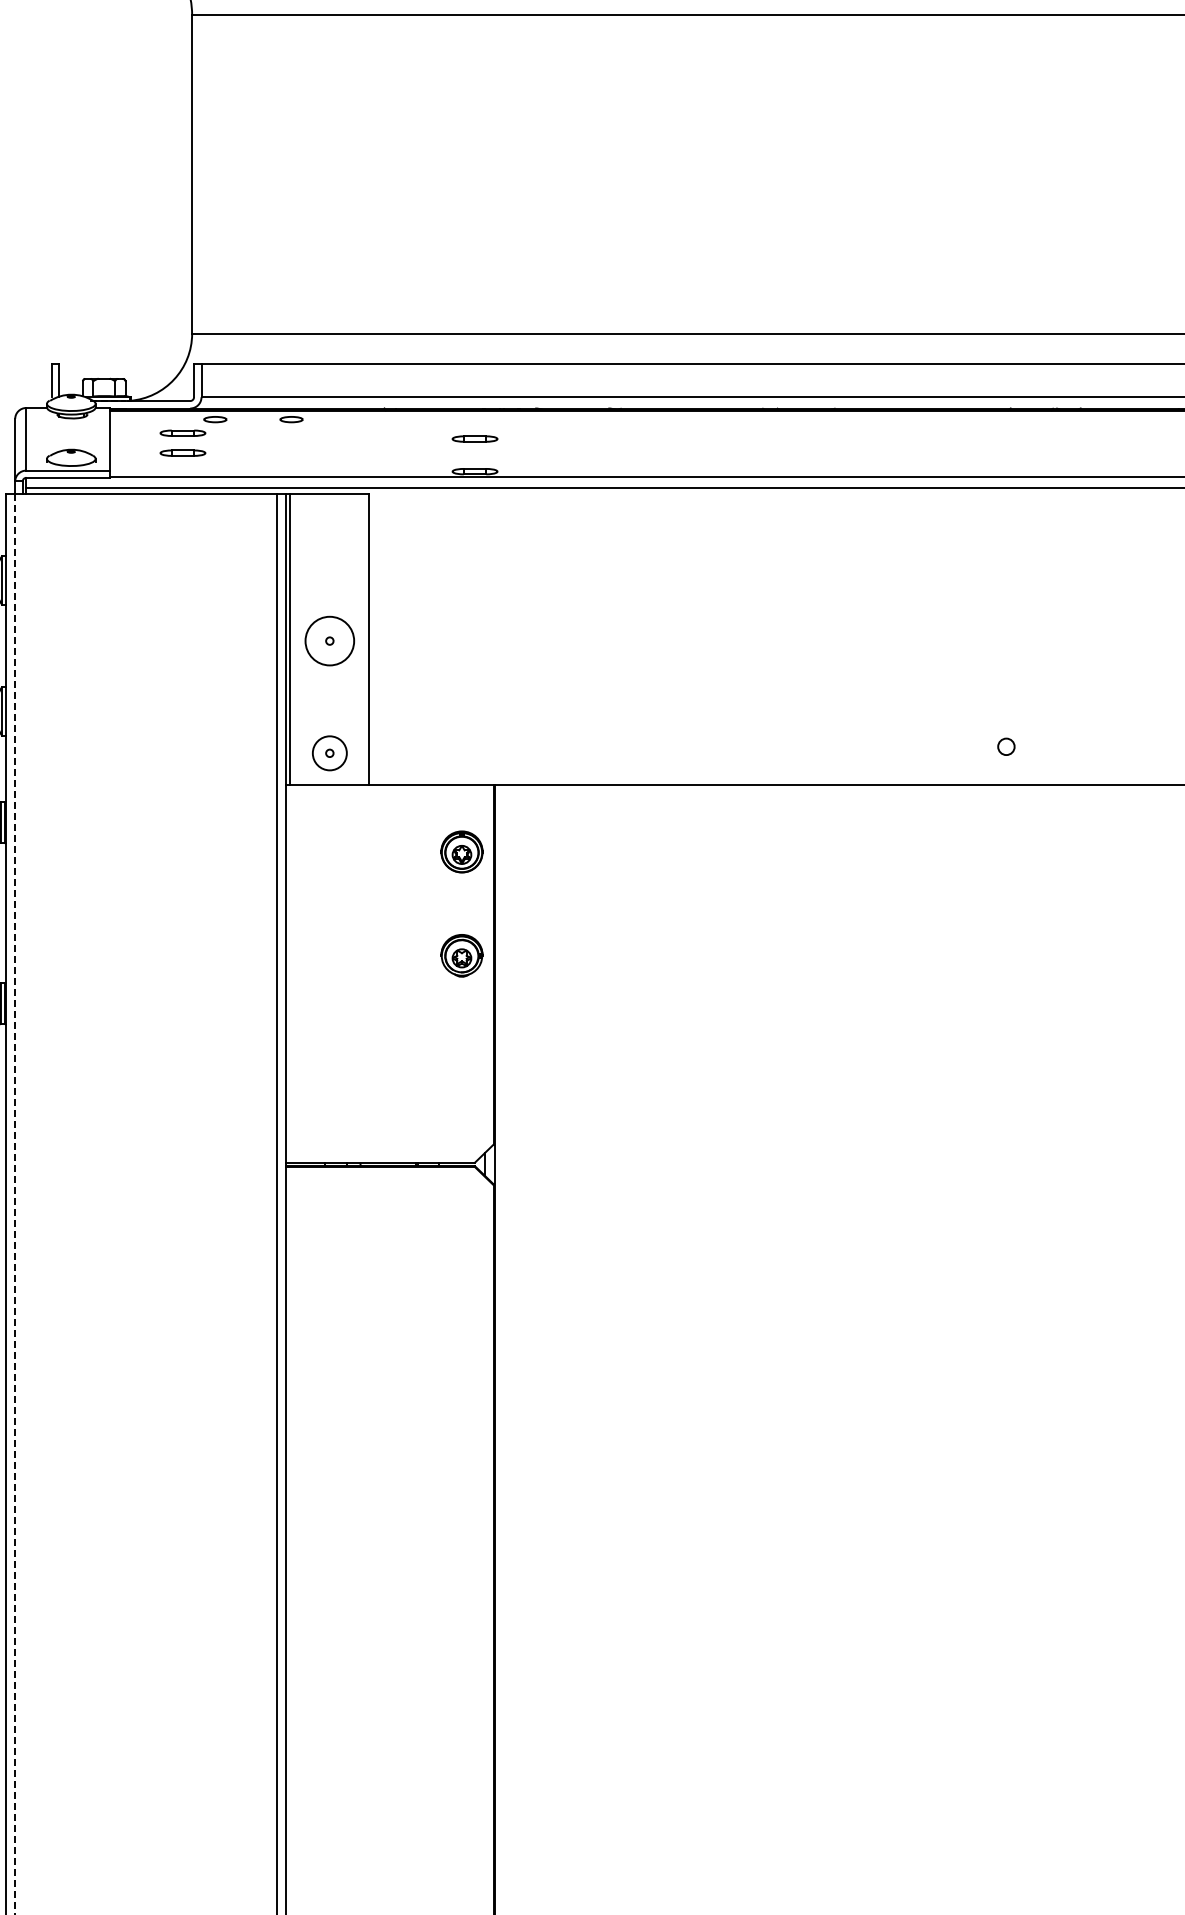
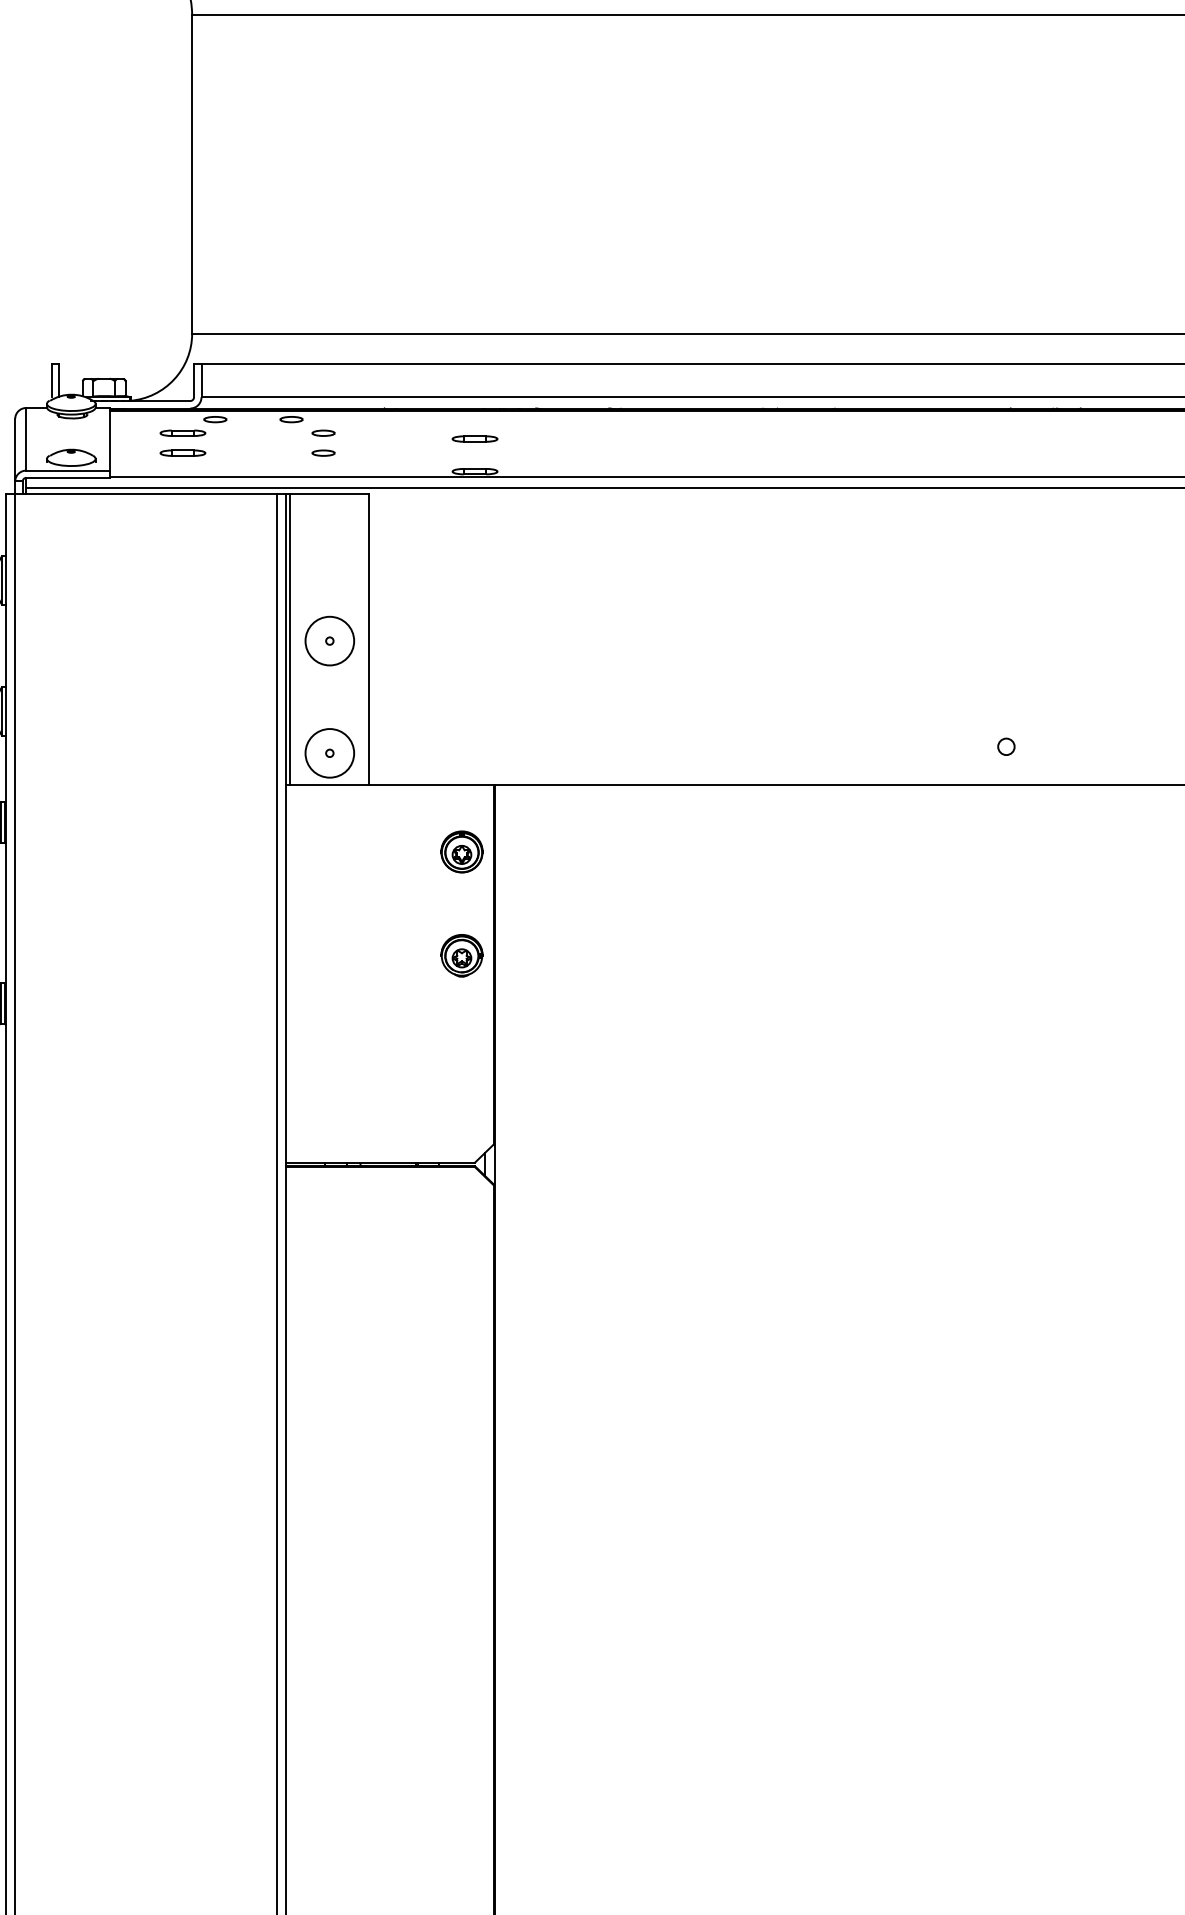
part at (323, 432): none -> present
part at (323, 452): none -> present
circle at (329, 753) diameter: 34 px -> 49 px
line at (15, 1204): dashed -> solid
